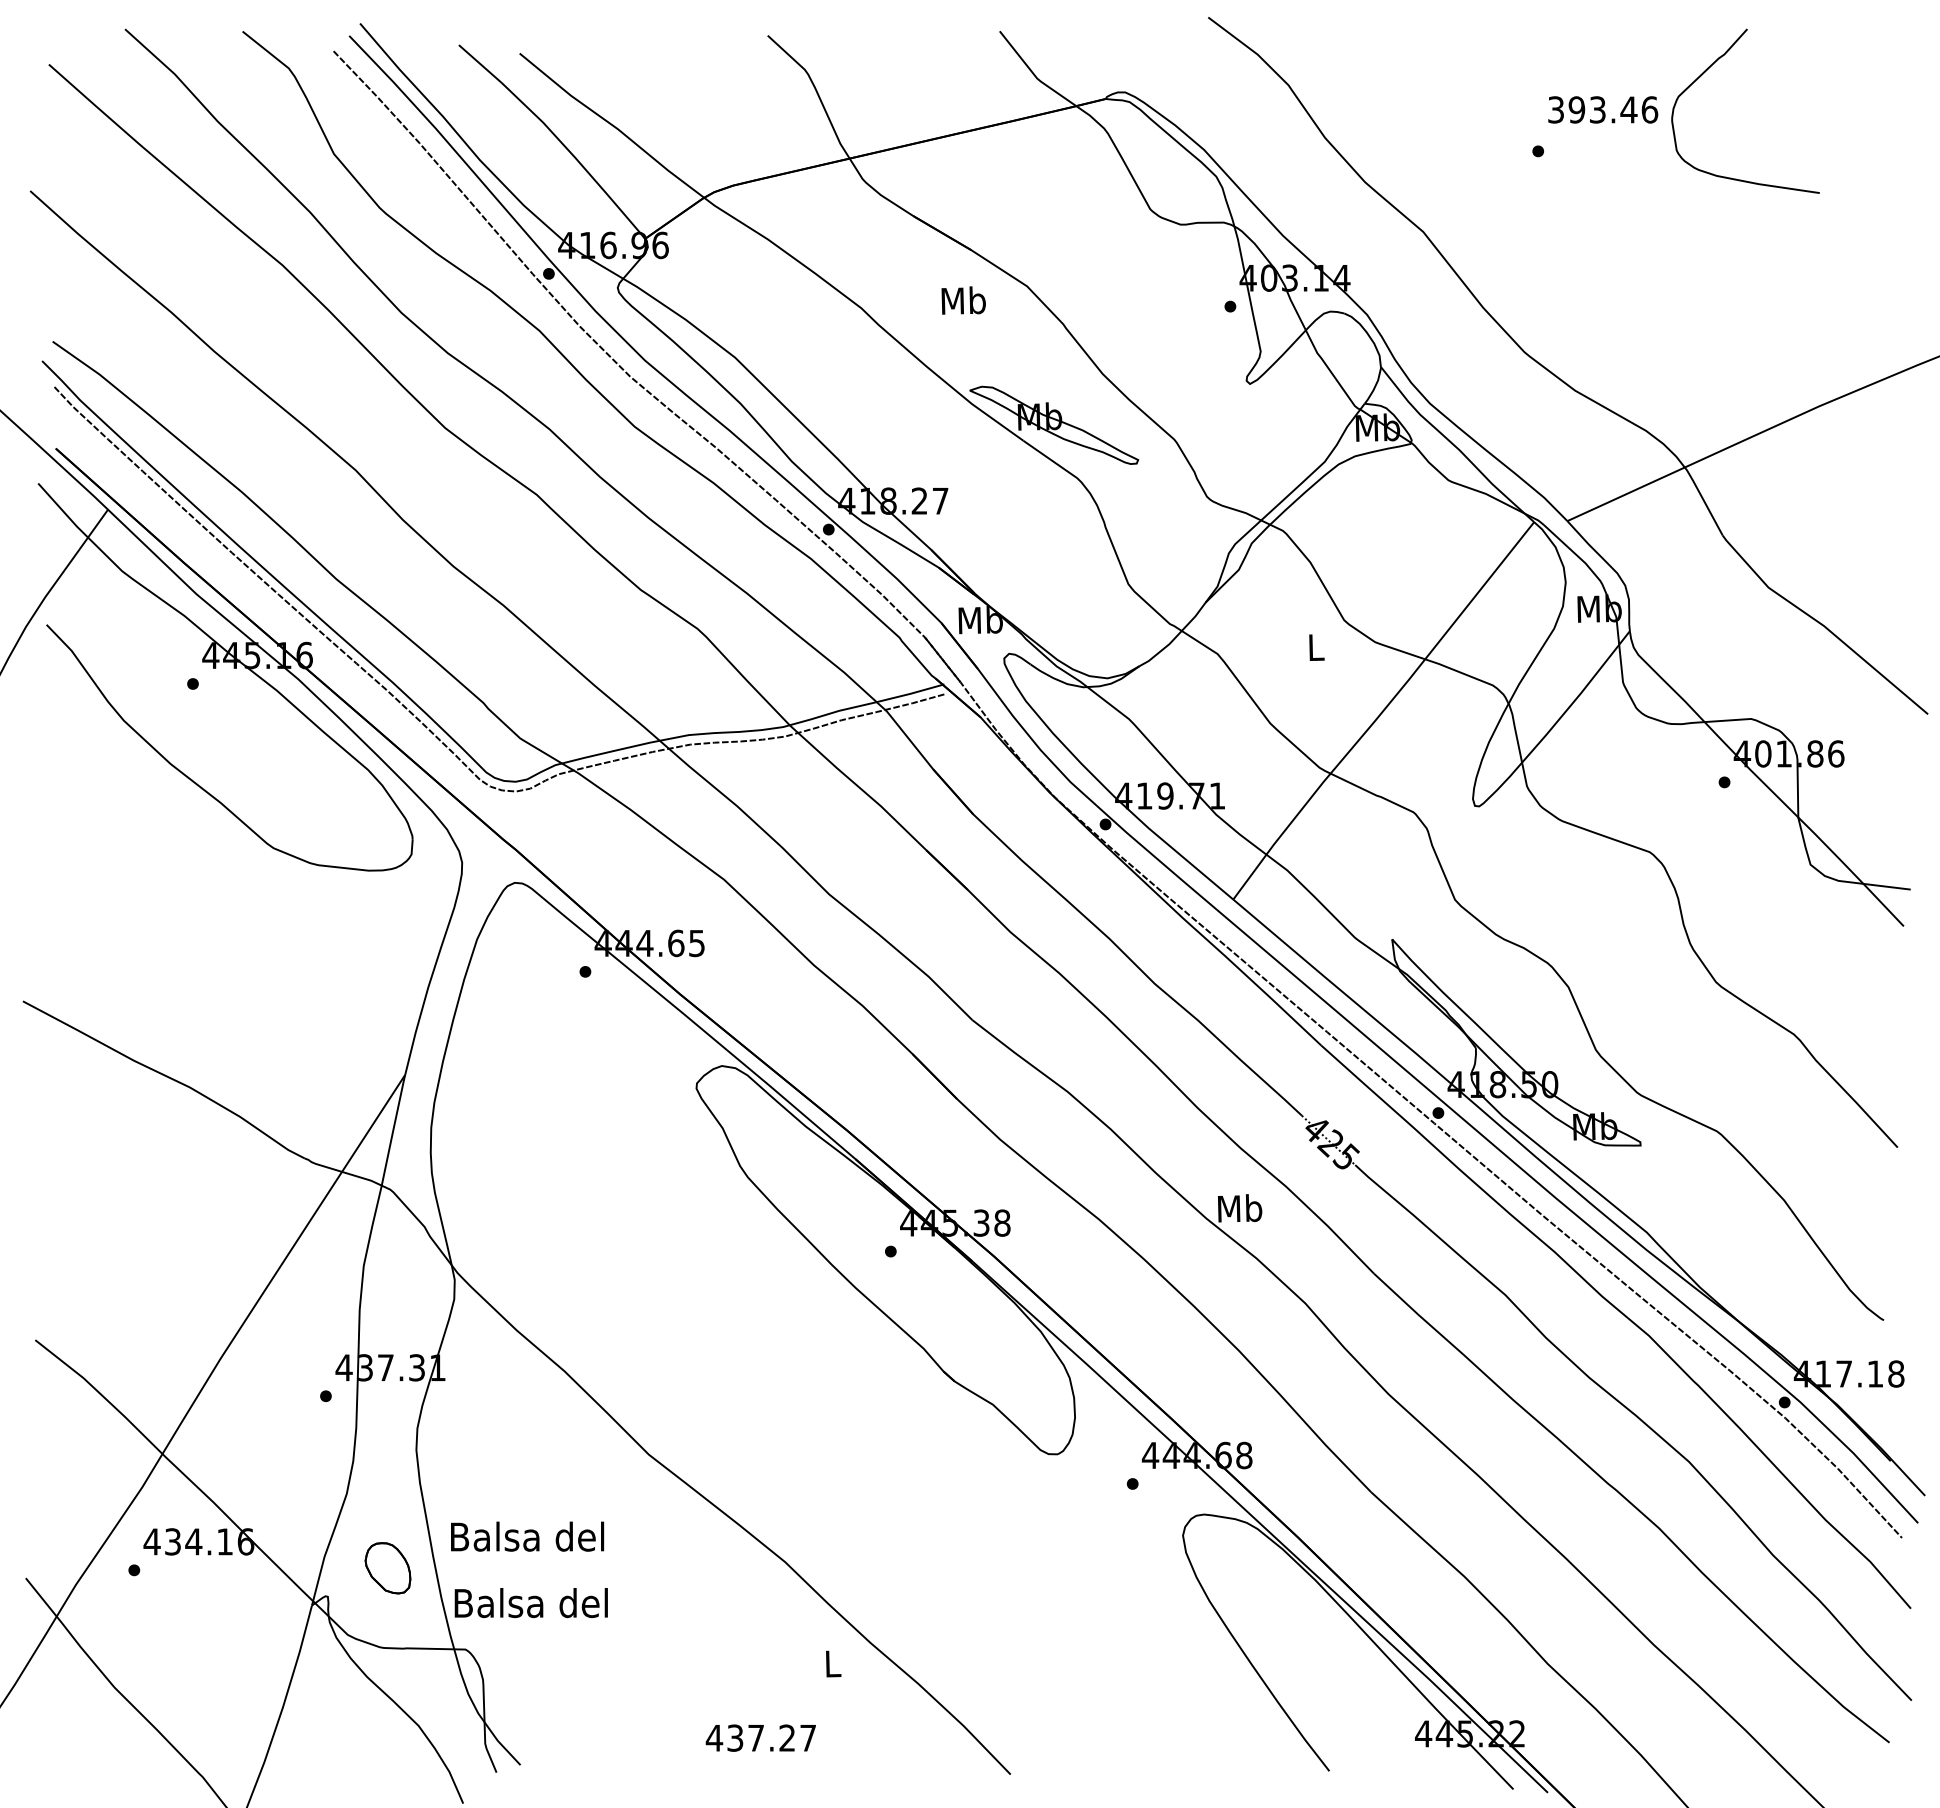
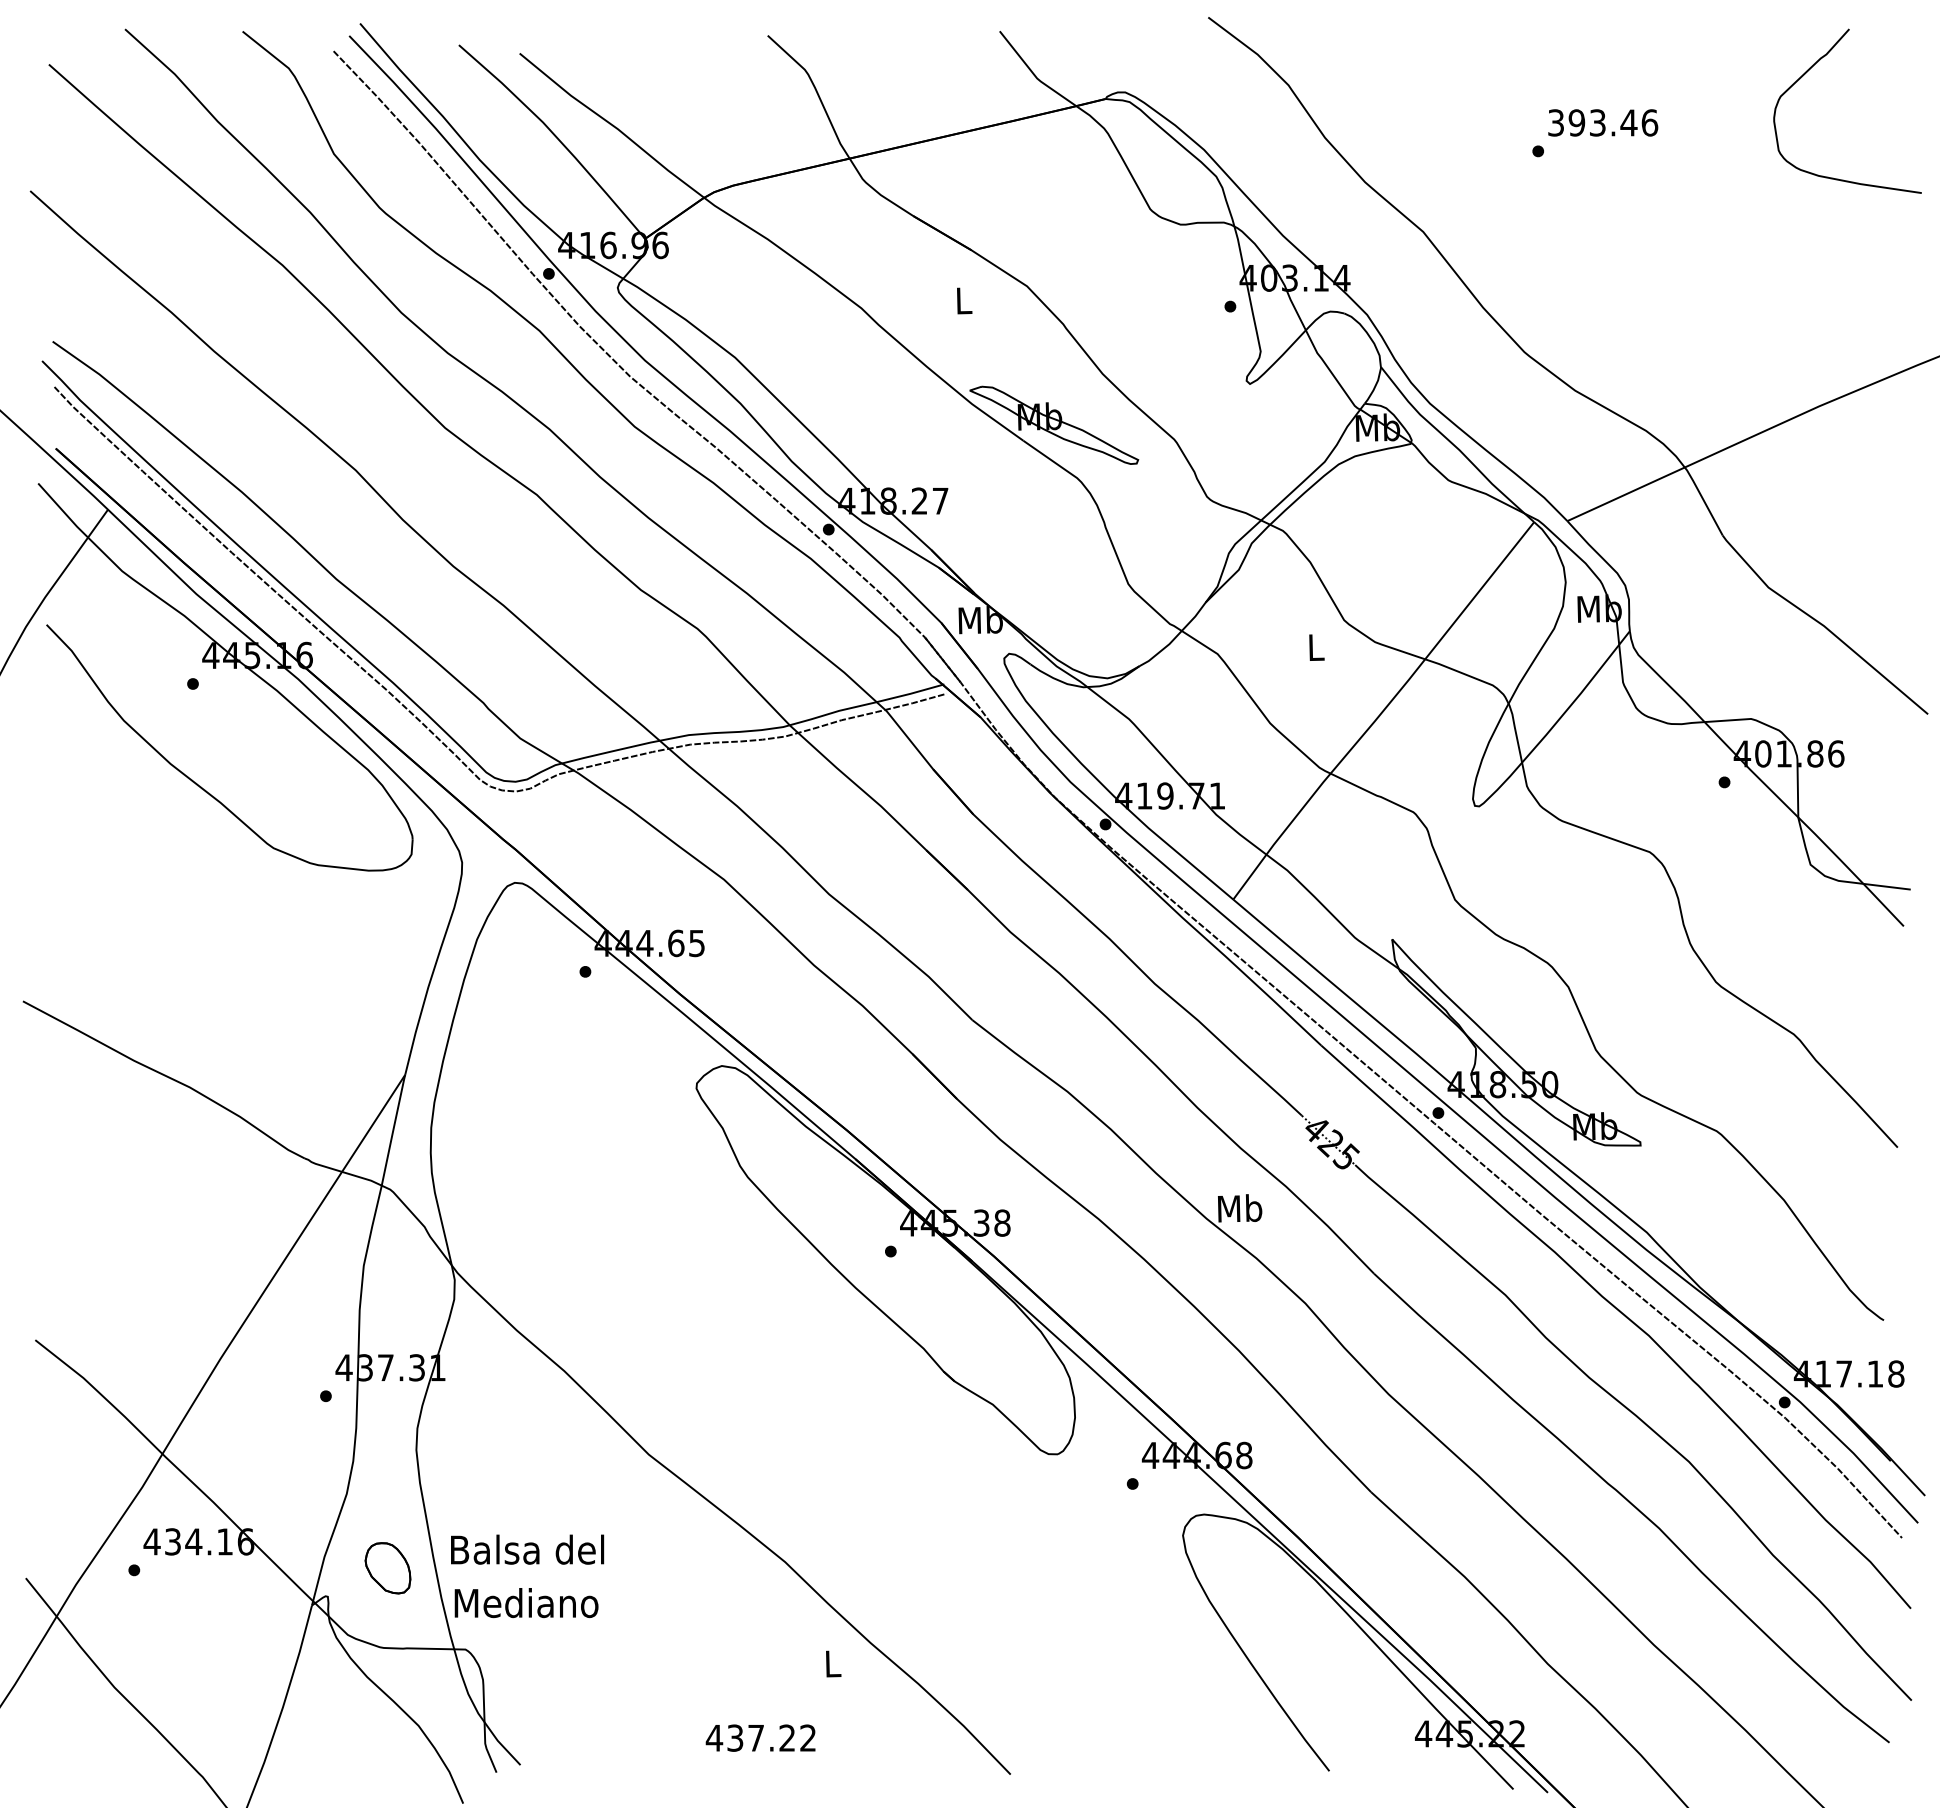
curve at (1706, 71) position: (1706, 71) -> (1808, 71)
text at (1603, 109) position: (1603, 109) -> (1603, 122)
text at (963, 300): Mb -> L
text at (527, 1536) position: (527, 1536) -> (527, 1549)
text at (532, 1603): Balsa del -> Mediano
text at (807, 1737): 437.27 -> 437.22
